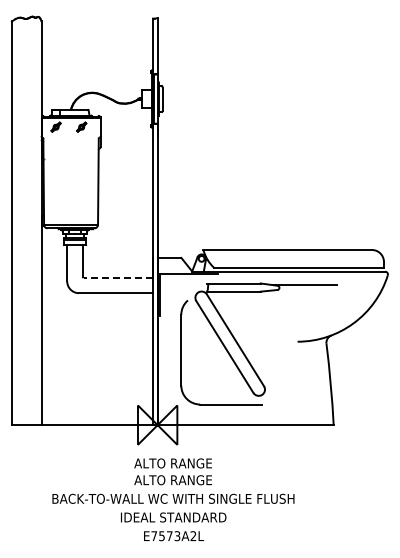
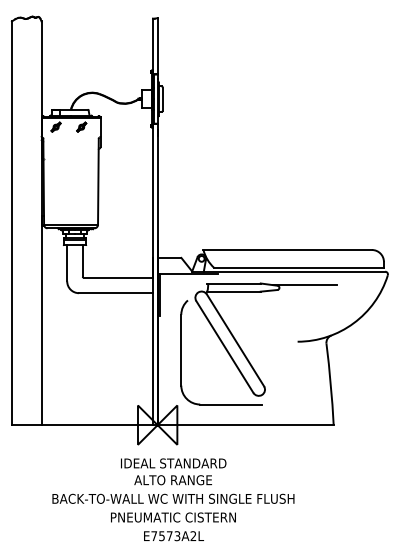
line at (118, 277): dashed -> solid
text at (173, 463): ALTO RANGE -> IDEAL STANDARD
text at (173, 517): IDEAL STANDARD -> PNEUMATIC CISTERN
